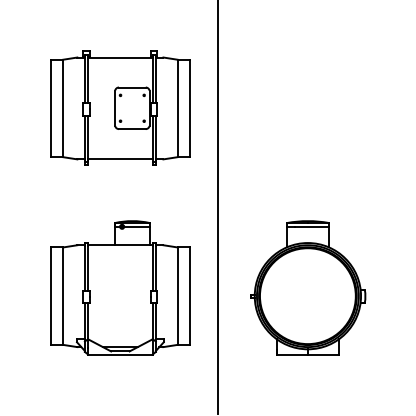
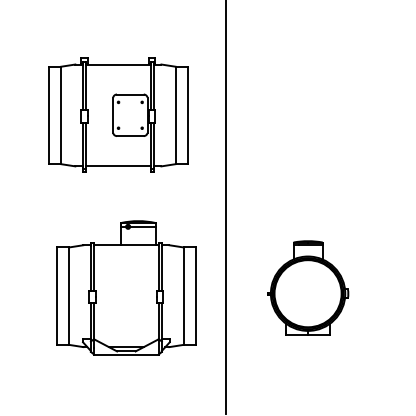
part at (120, 107) position: (120, 107) -> (118, 114)
line at (218, 207) position: (218, 207) -> (226, 207)
part at (120, 287) position: (120, 287) -> (126, 287)
part at (308, 287) size: 117x136 px -> 83x96 px
